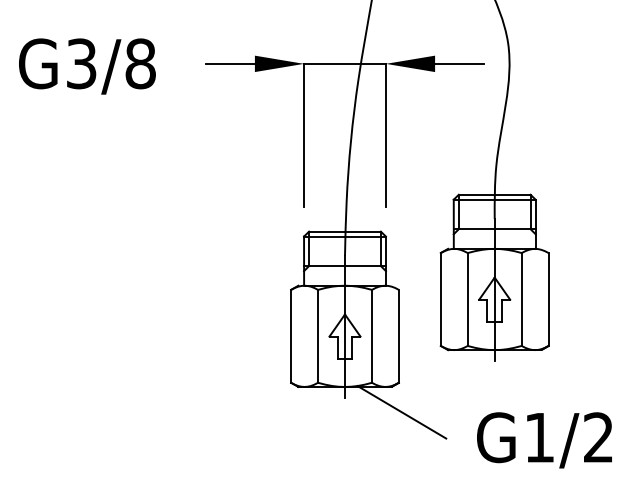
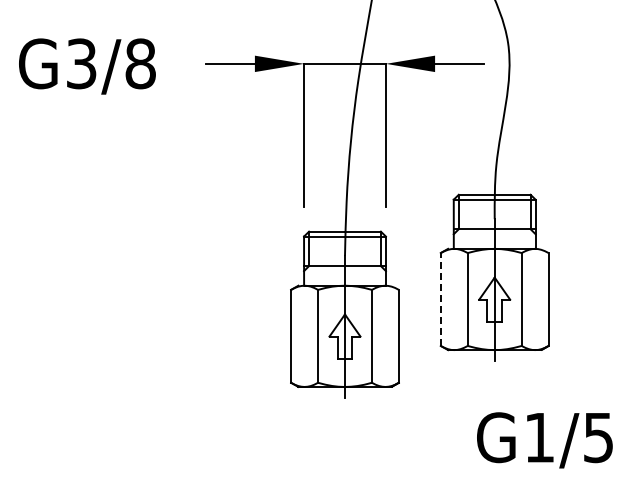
line at (440, 299): solid -> dashed
line at (401, 412): present -> none
text at (598, 437): G1/2 -> G1/5
